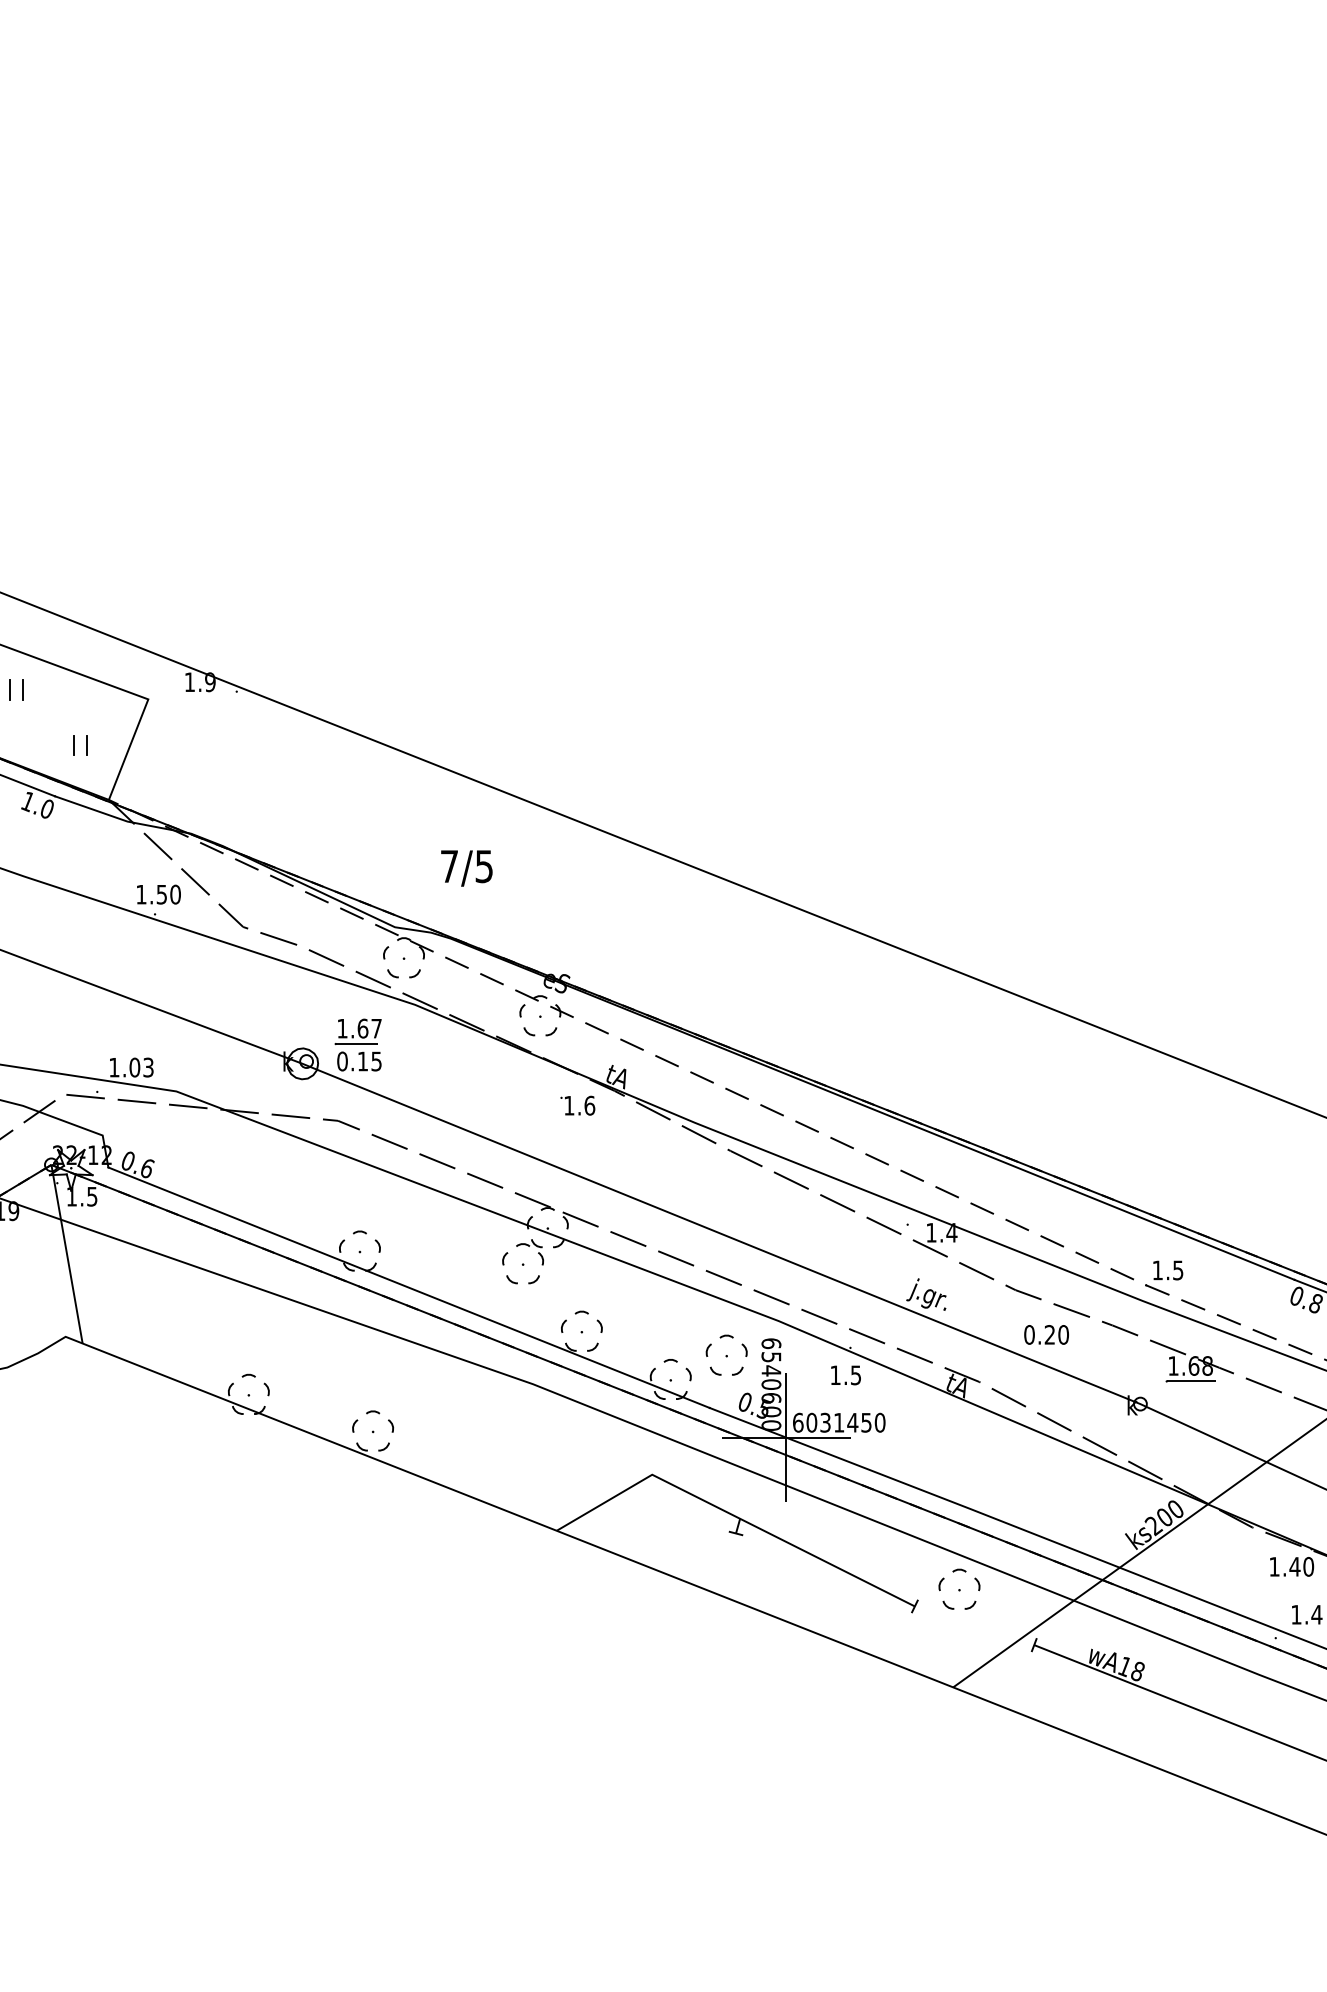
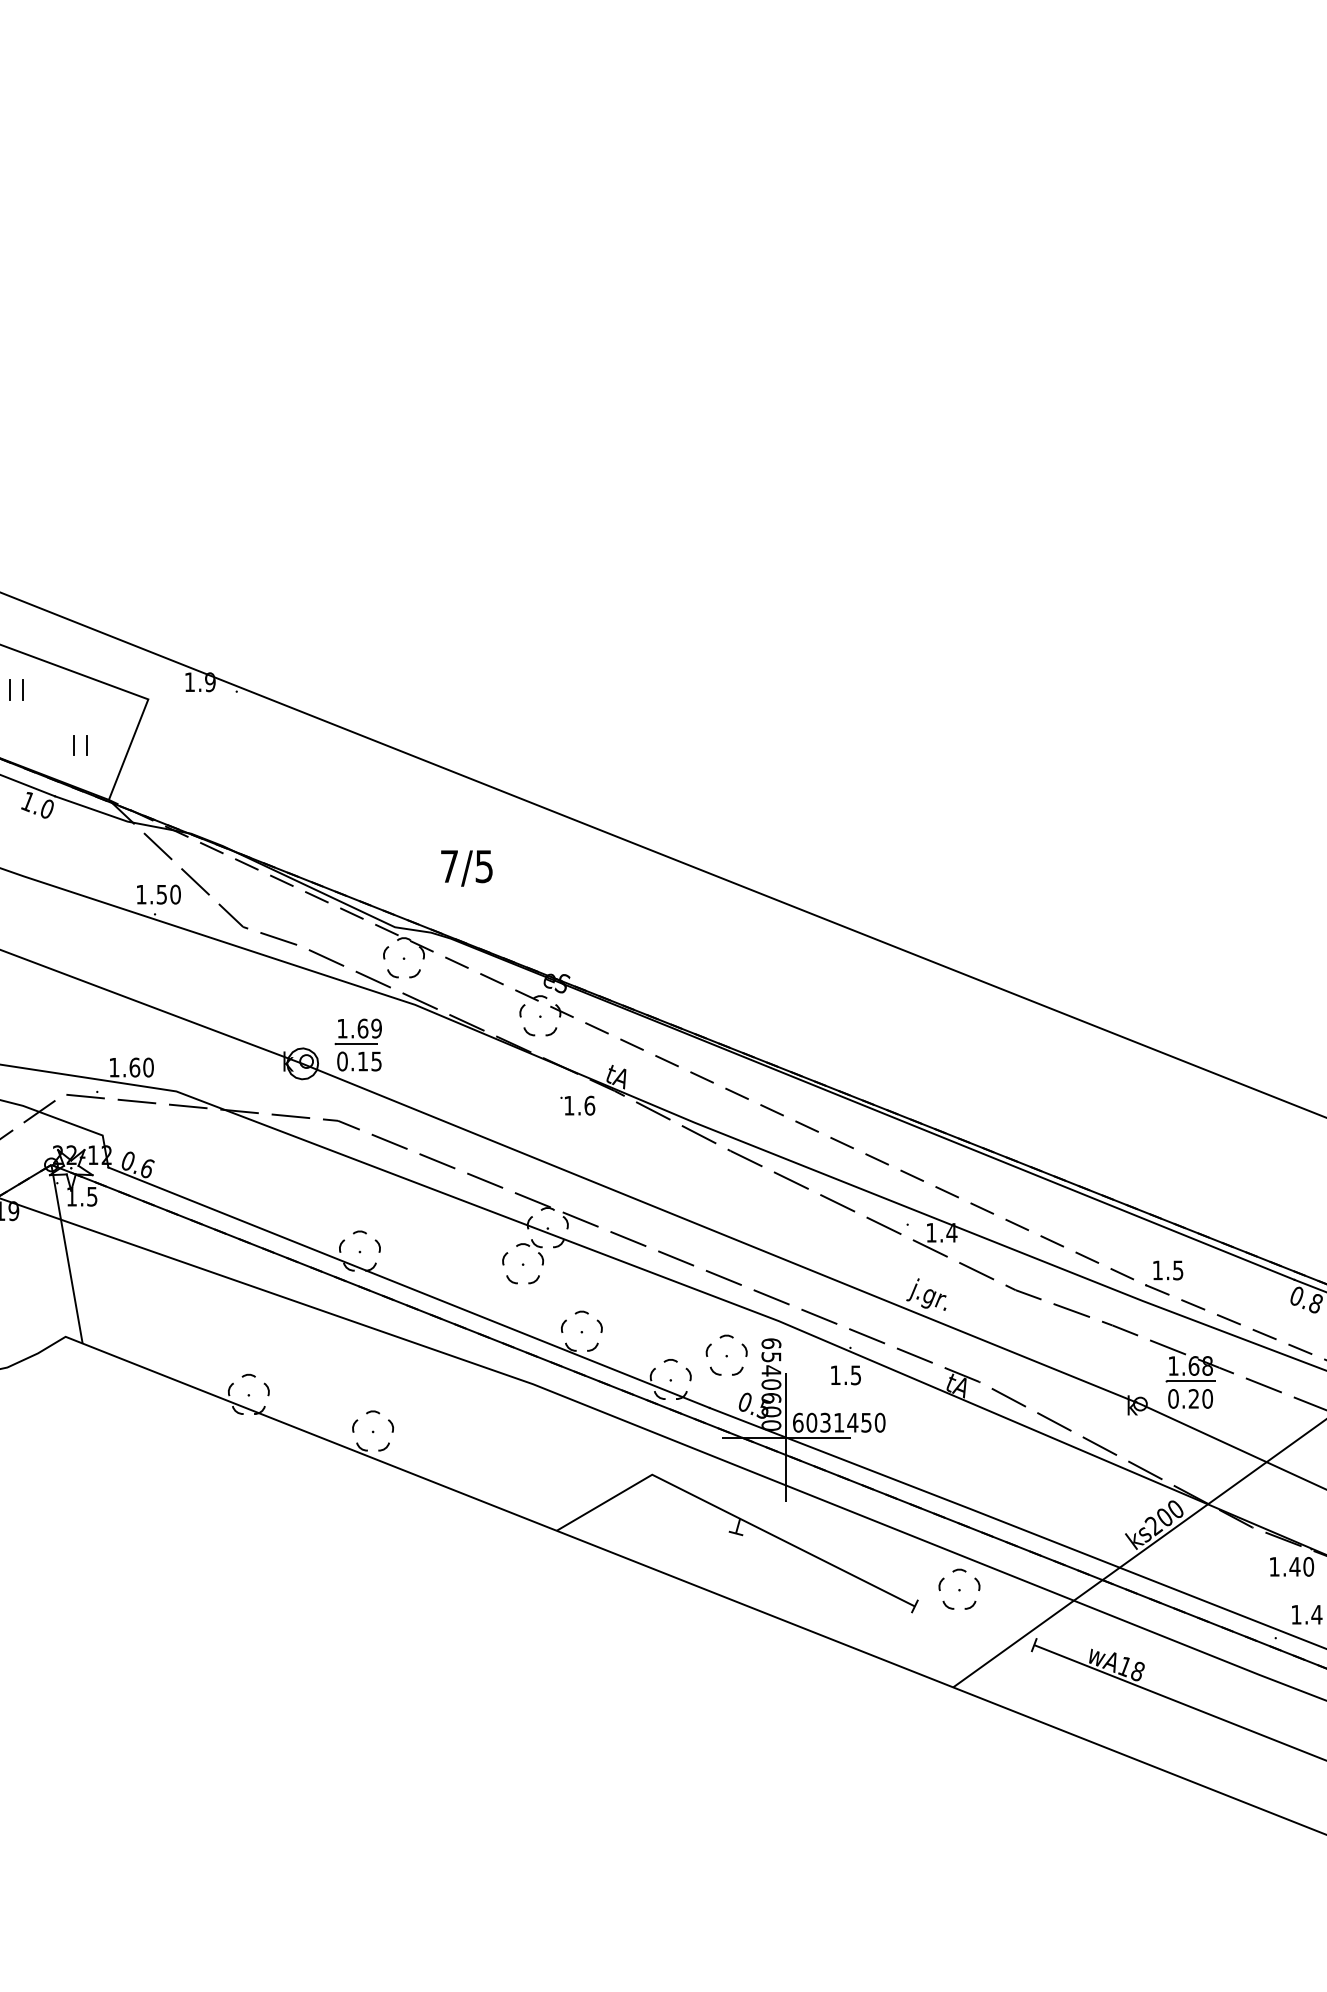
text at (376, 1028): 1.67 -> 1.69
text at (141, 1067): 1.03 -> 1.60
text at (1046, 1334) position: (1046, 1334) -> (1190, 1398)
